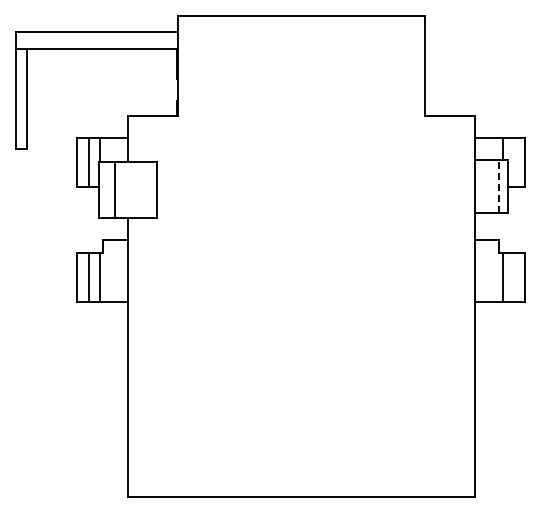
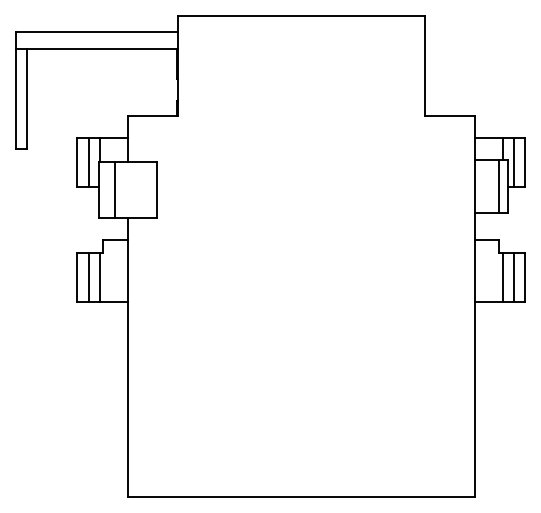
line at (513, 161): none -> present
line at (499, 185): dashed -> solid
line at (513, 276): none -> present
